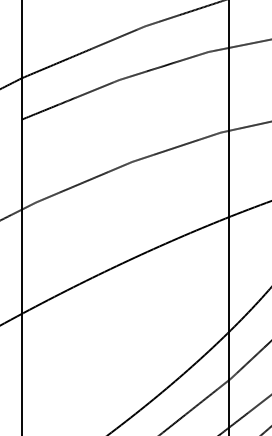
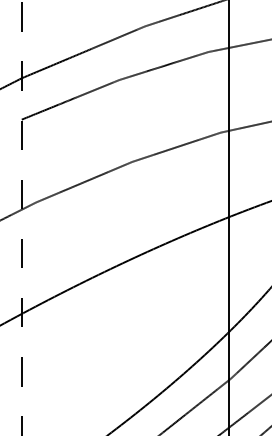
line at (21, 218): solid -> dashed
